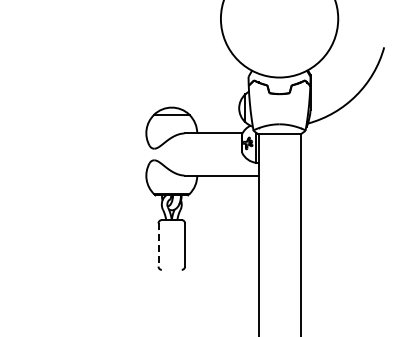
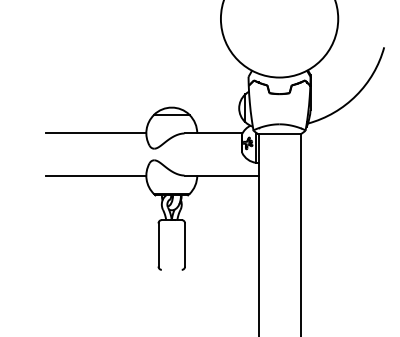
line at (96, 133): none -> present
line at (96, 175): none -> present
line at (158, 245): dashed -> solid
